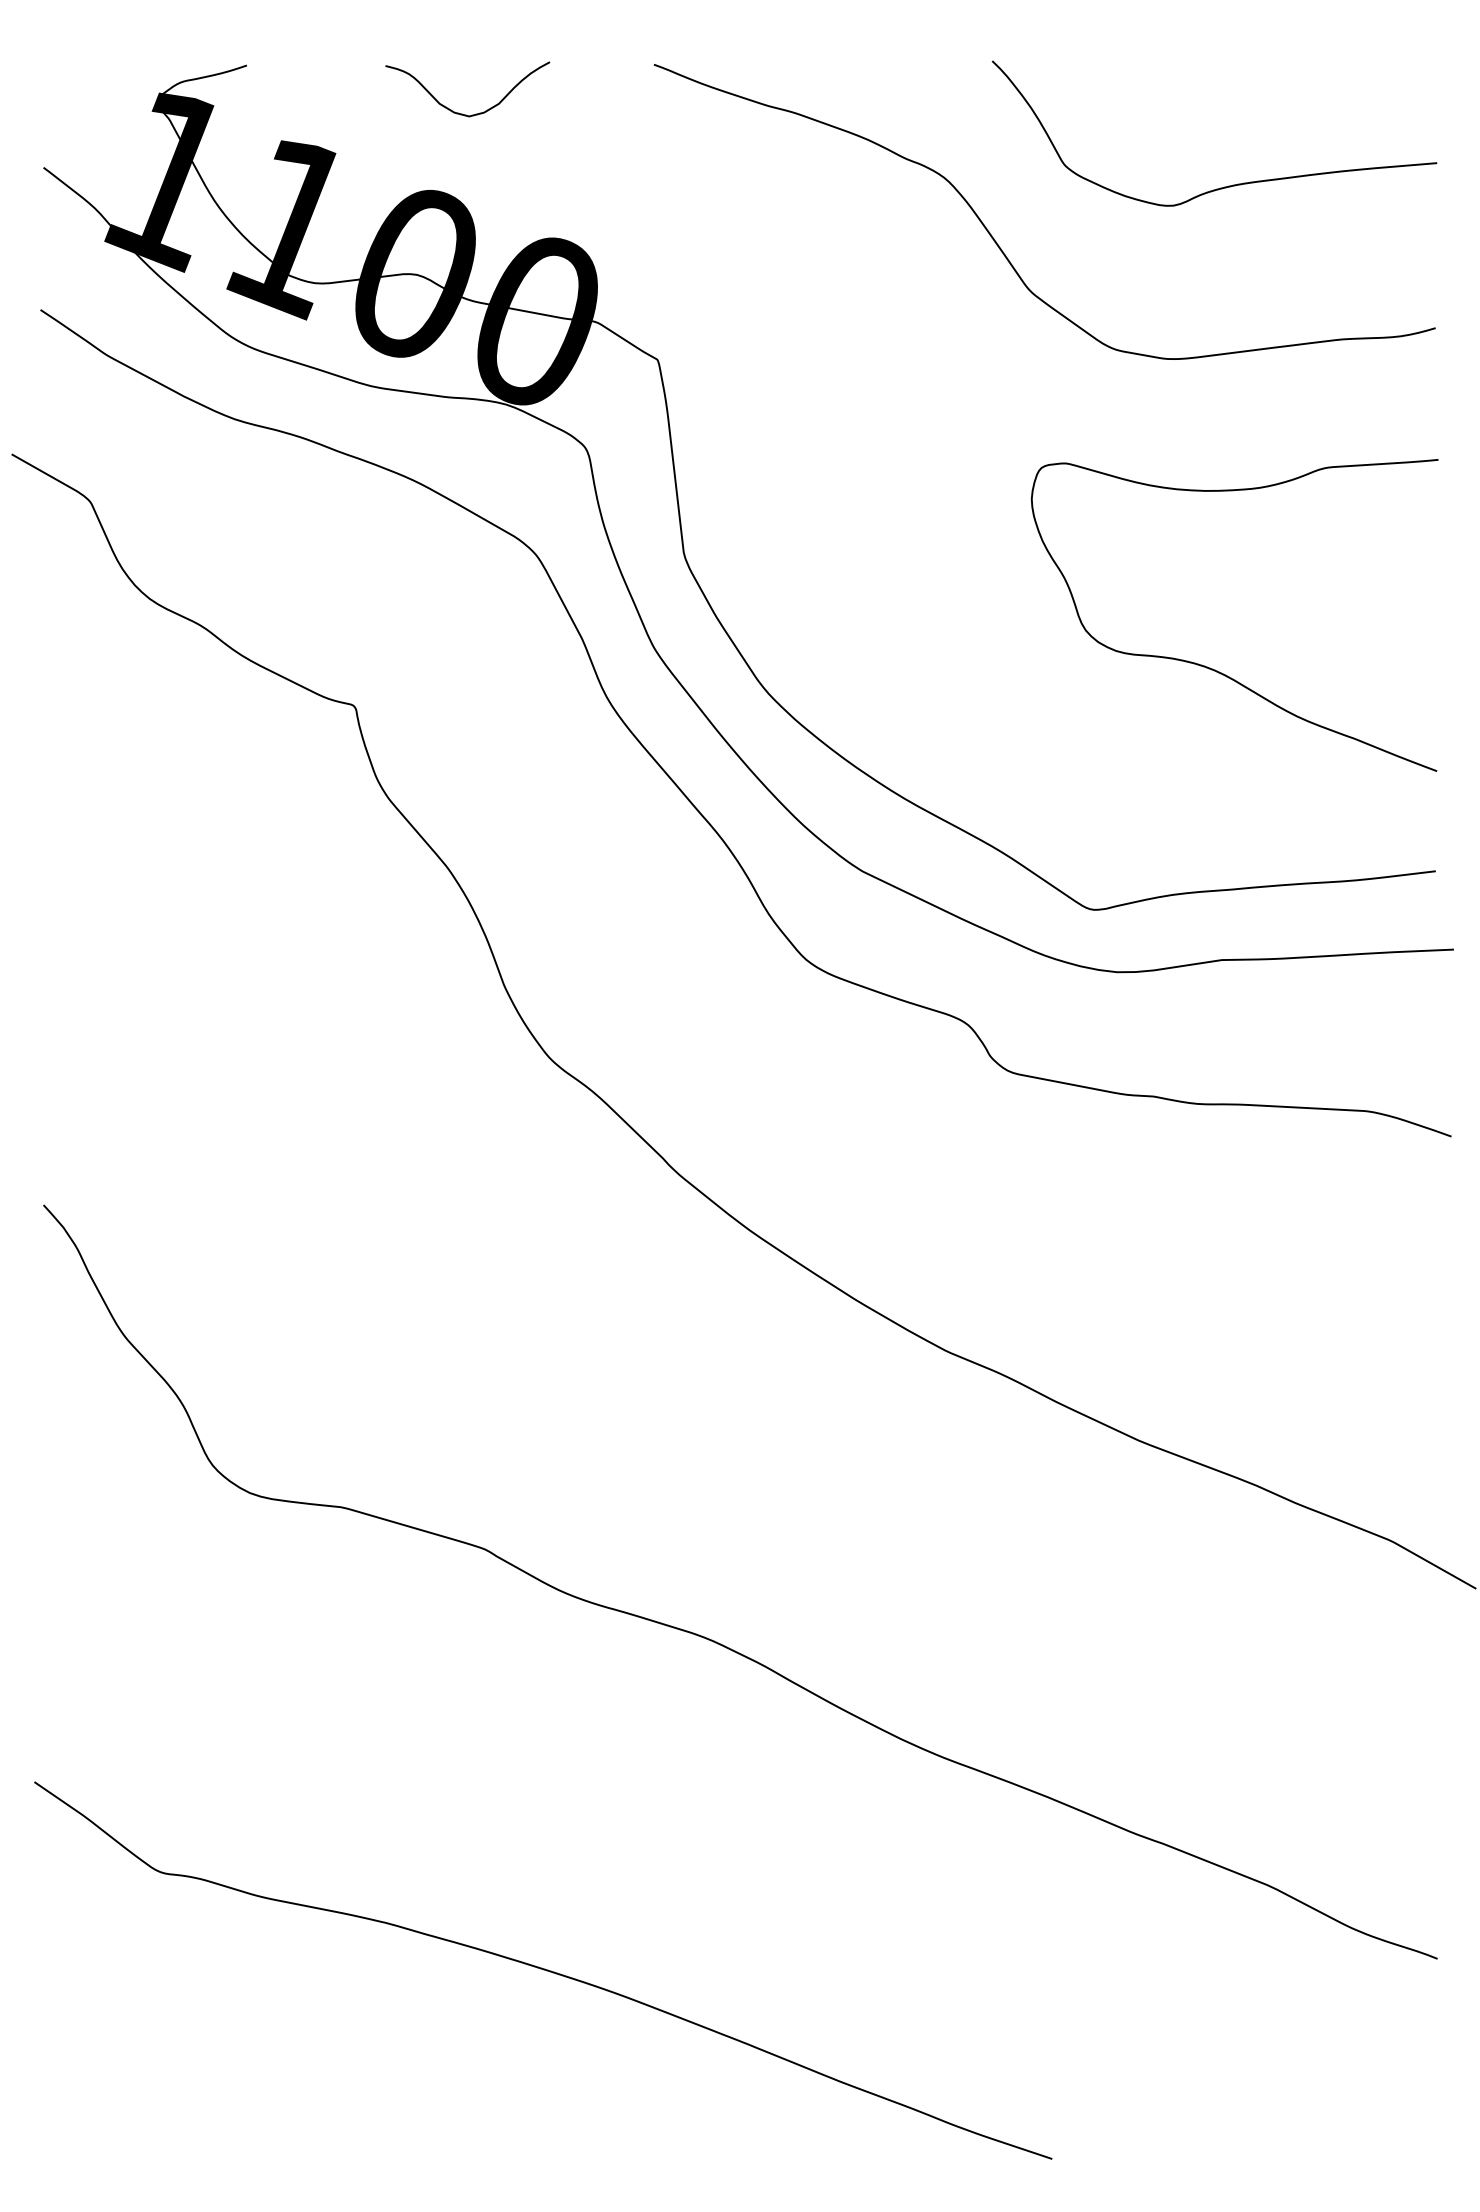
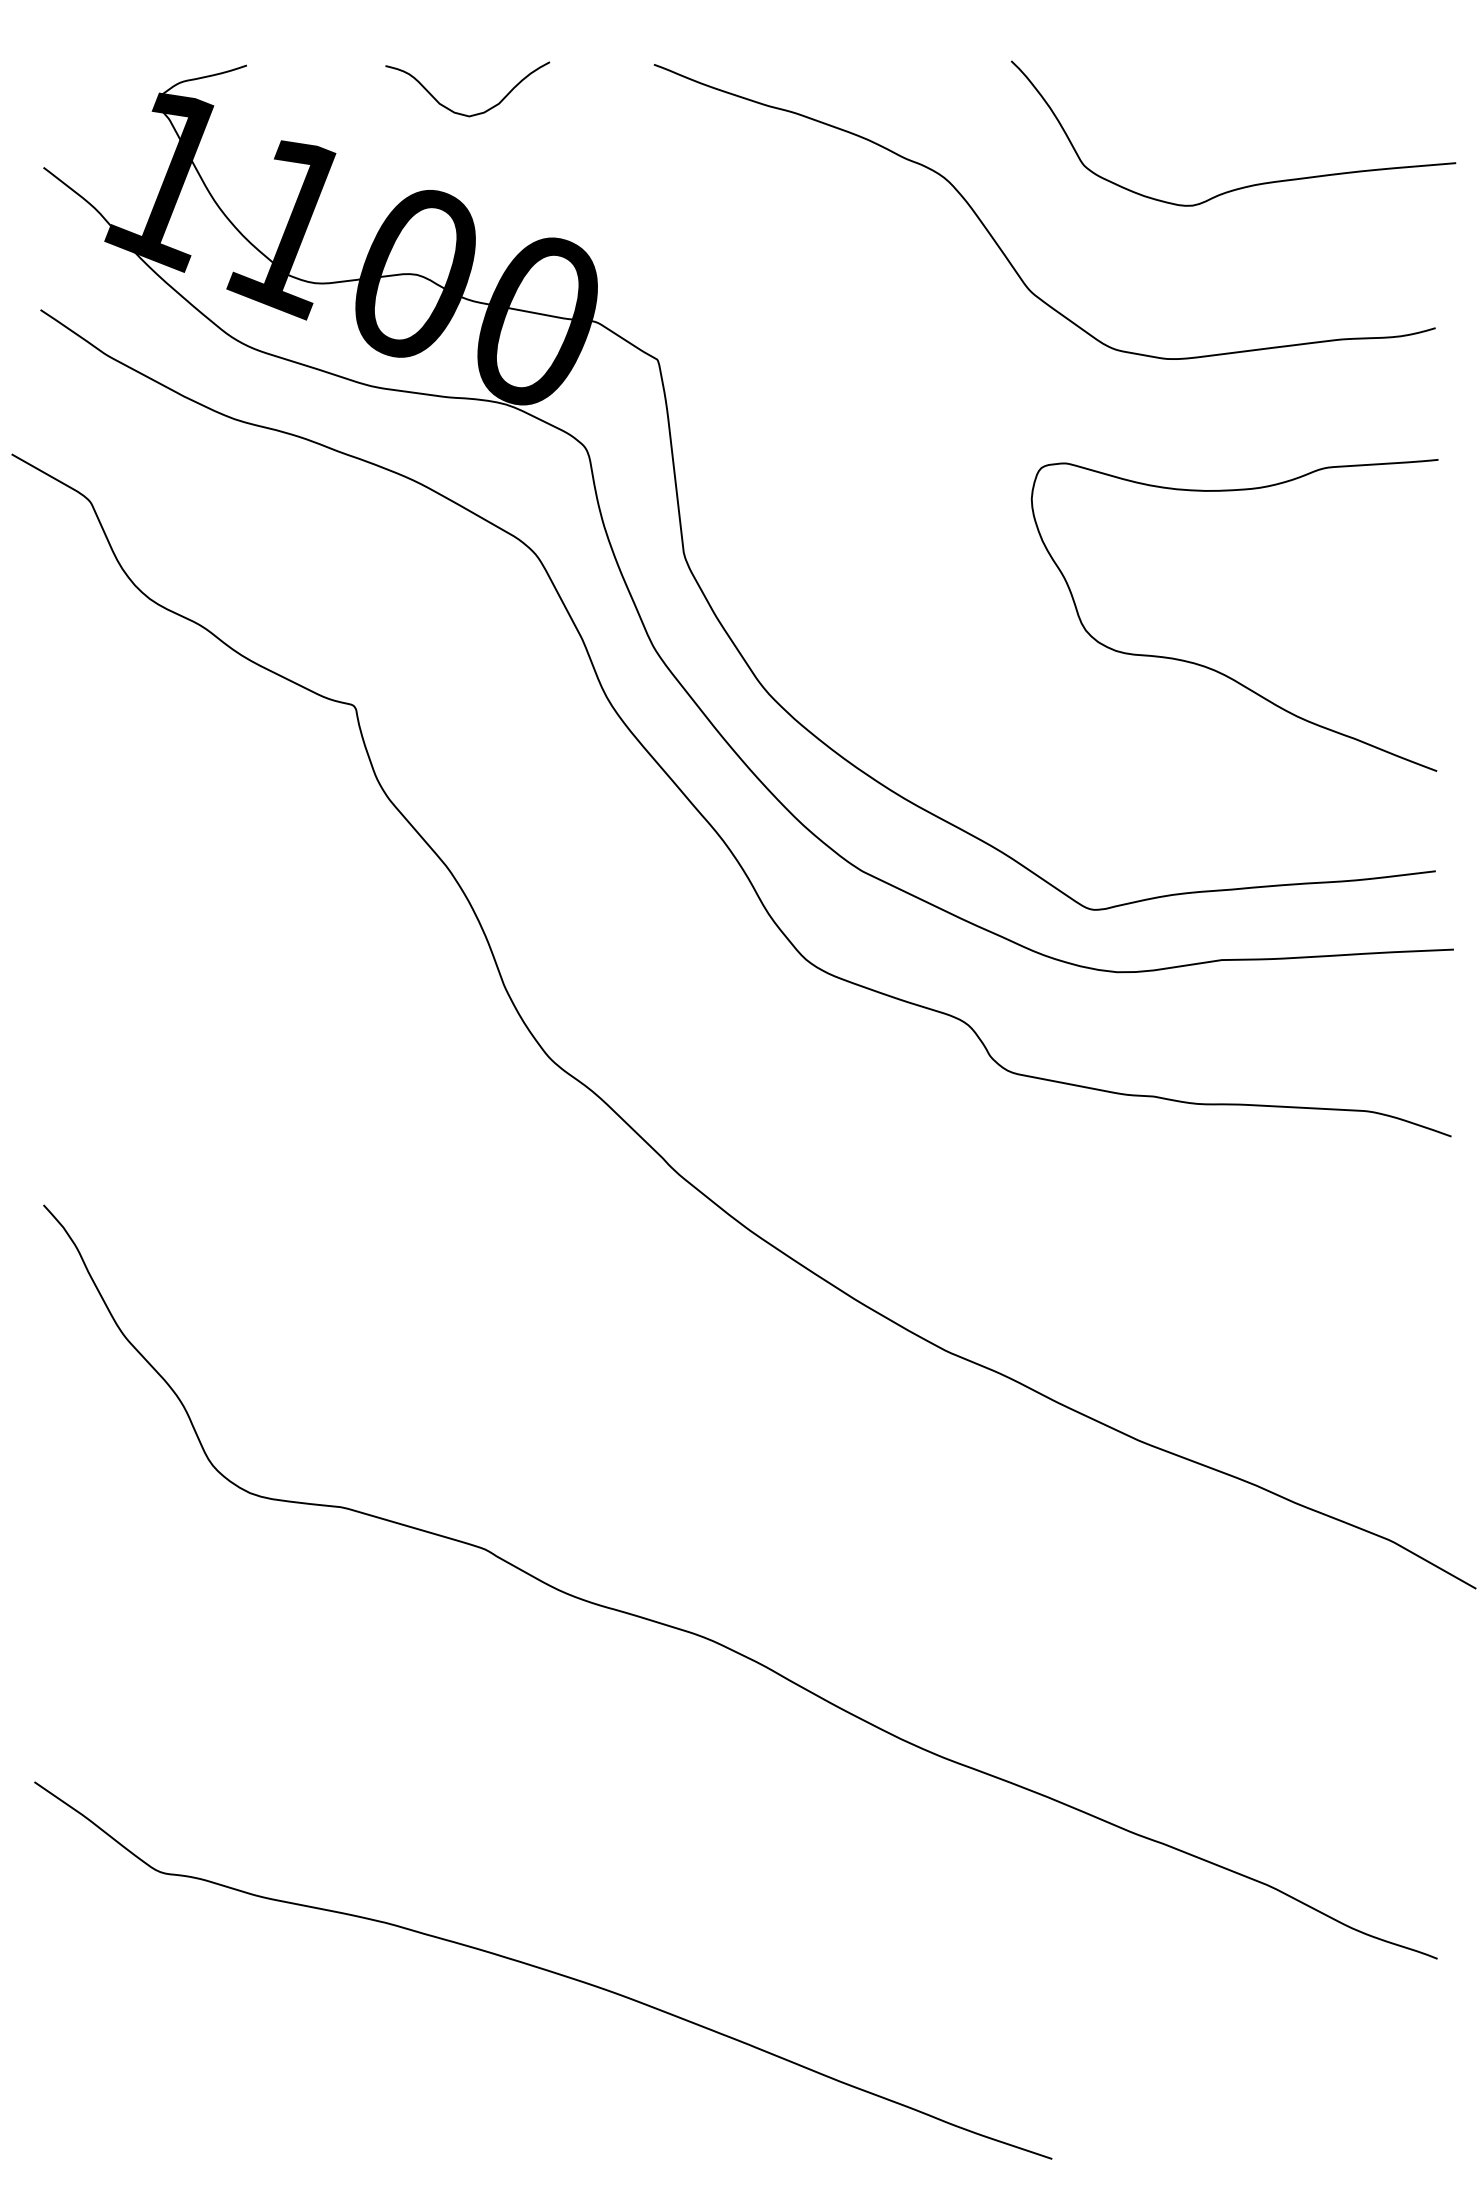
curve at (1228, 185) position: (1228, 185) -> (1247, 185)
